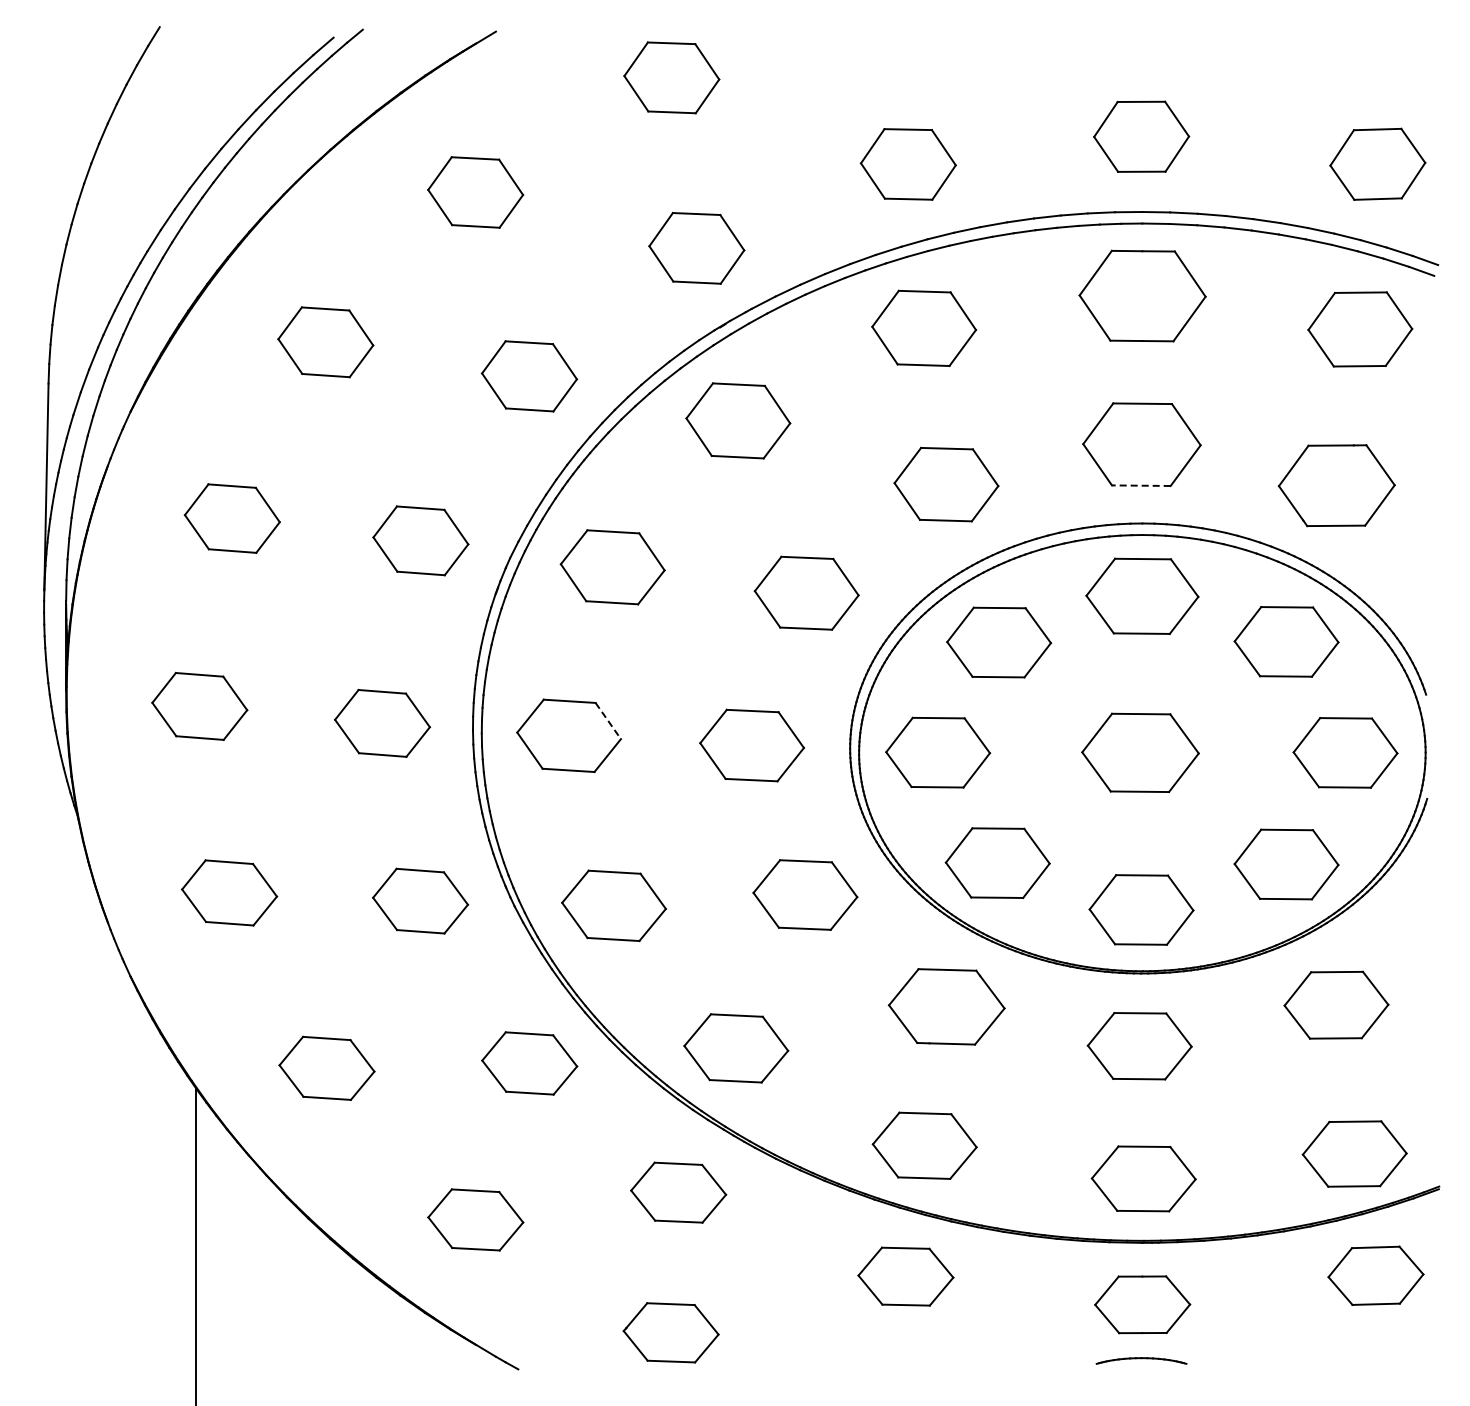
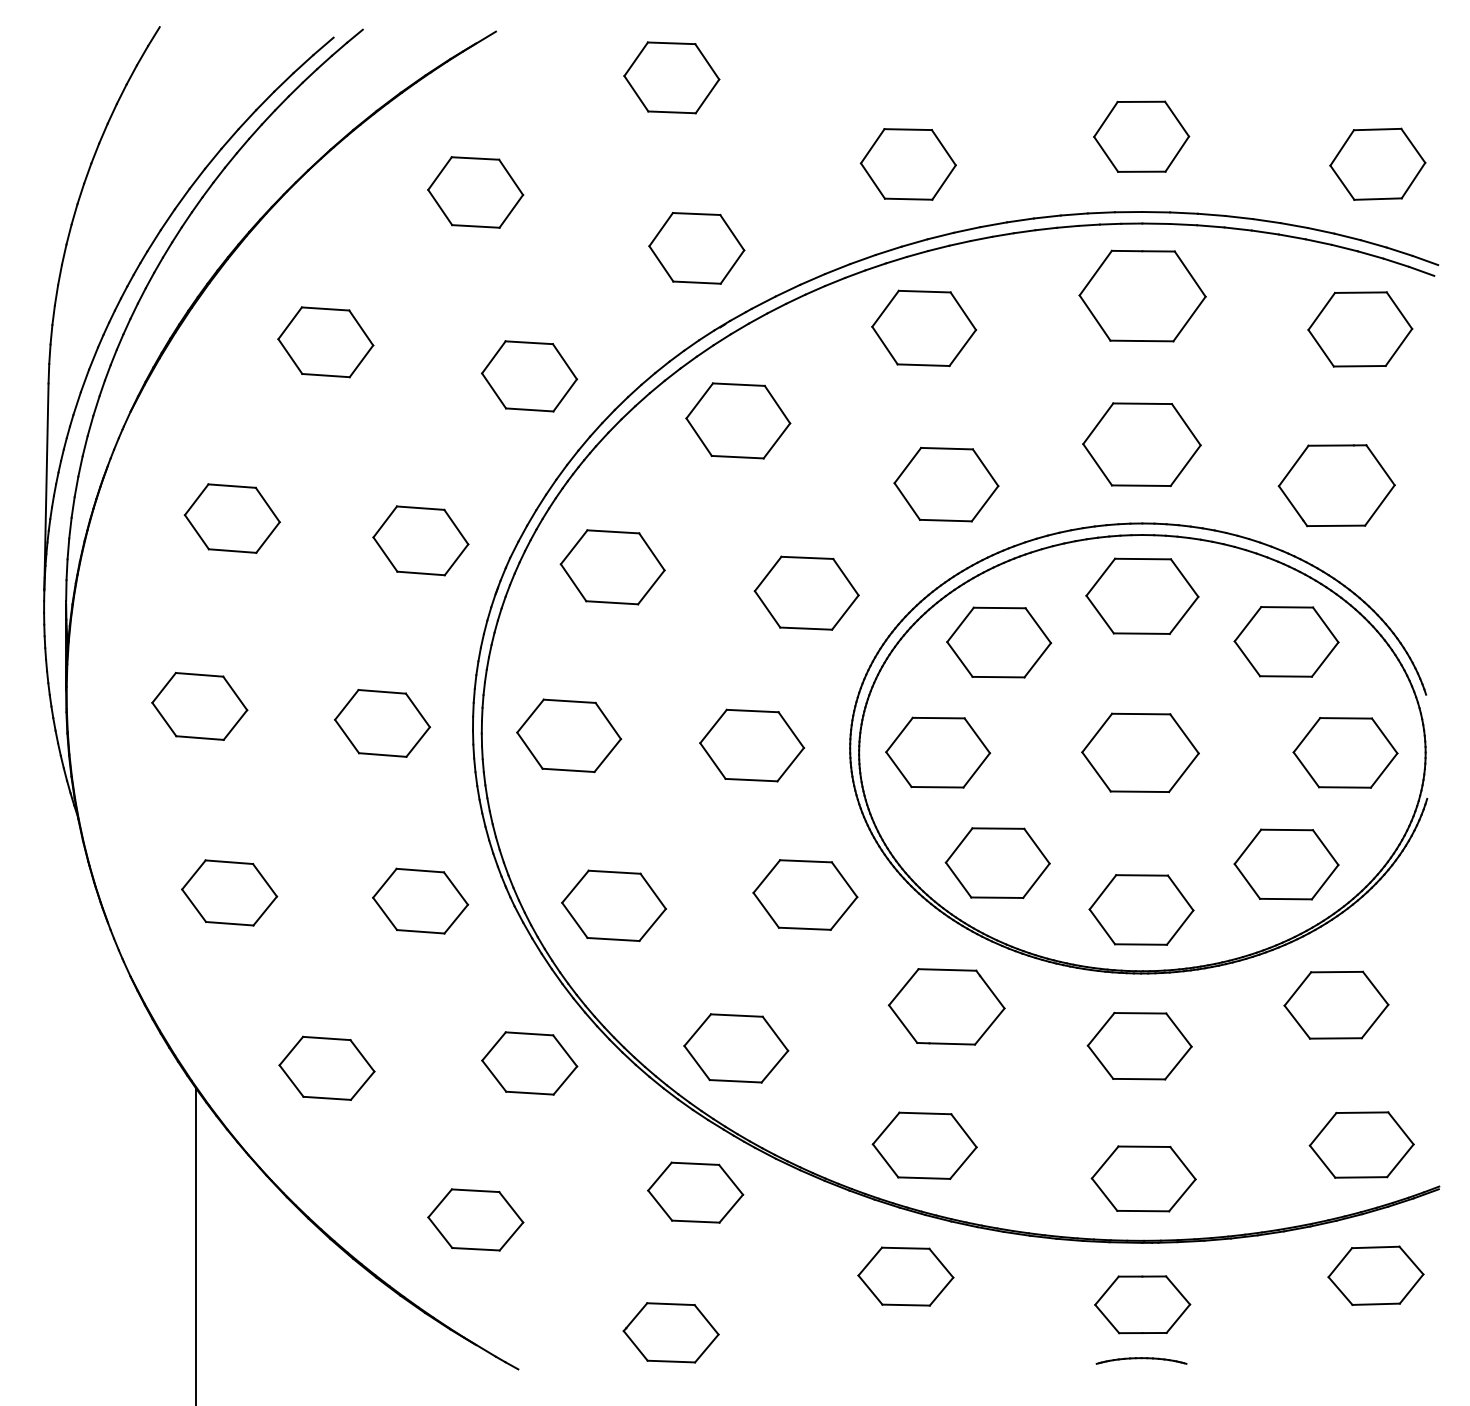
line at (1140, 485): dashed -> solid
line at (608, 721): dashed -> solid
part at (1354, 1153) position: (1354, 1153) -> (1361, 1144)
part at (678, 1192) position: (678, 1192) -> (695, 1192)
